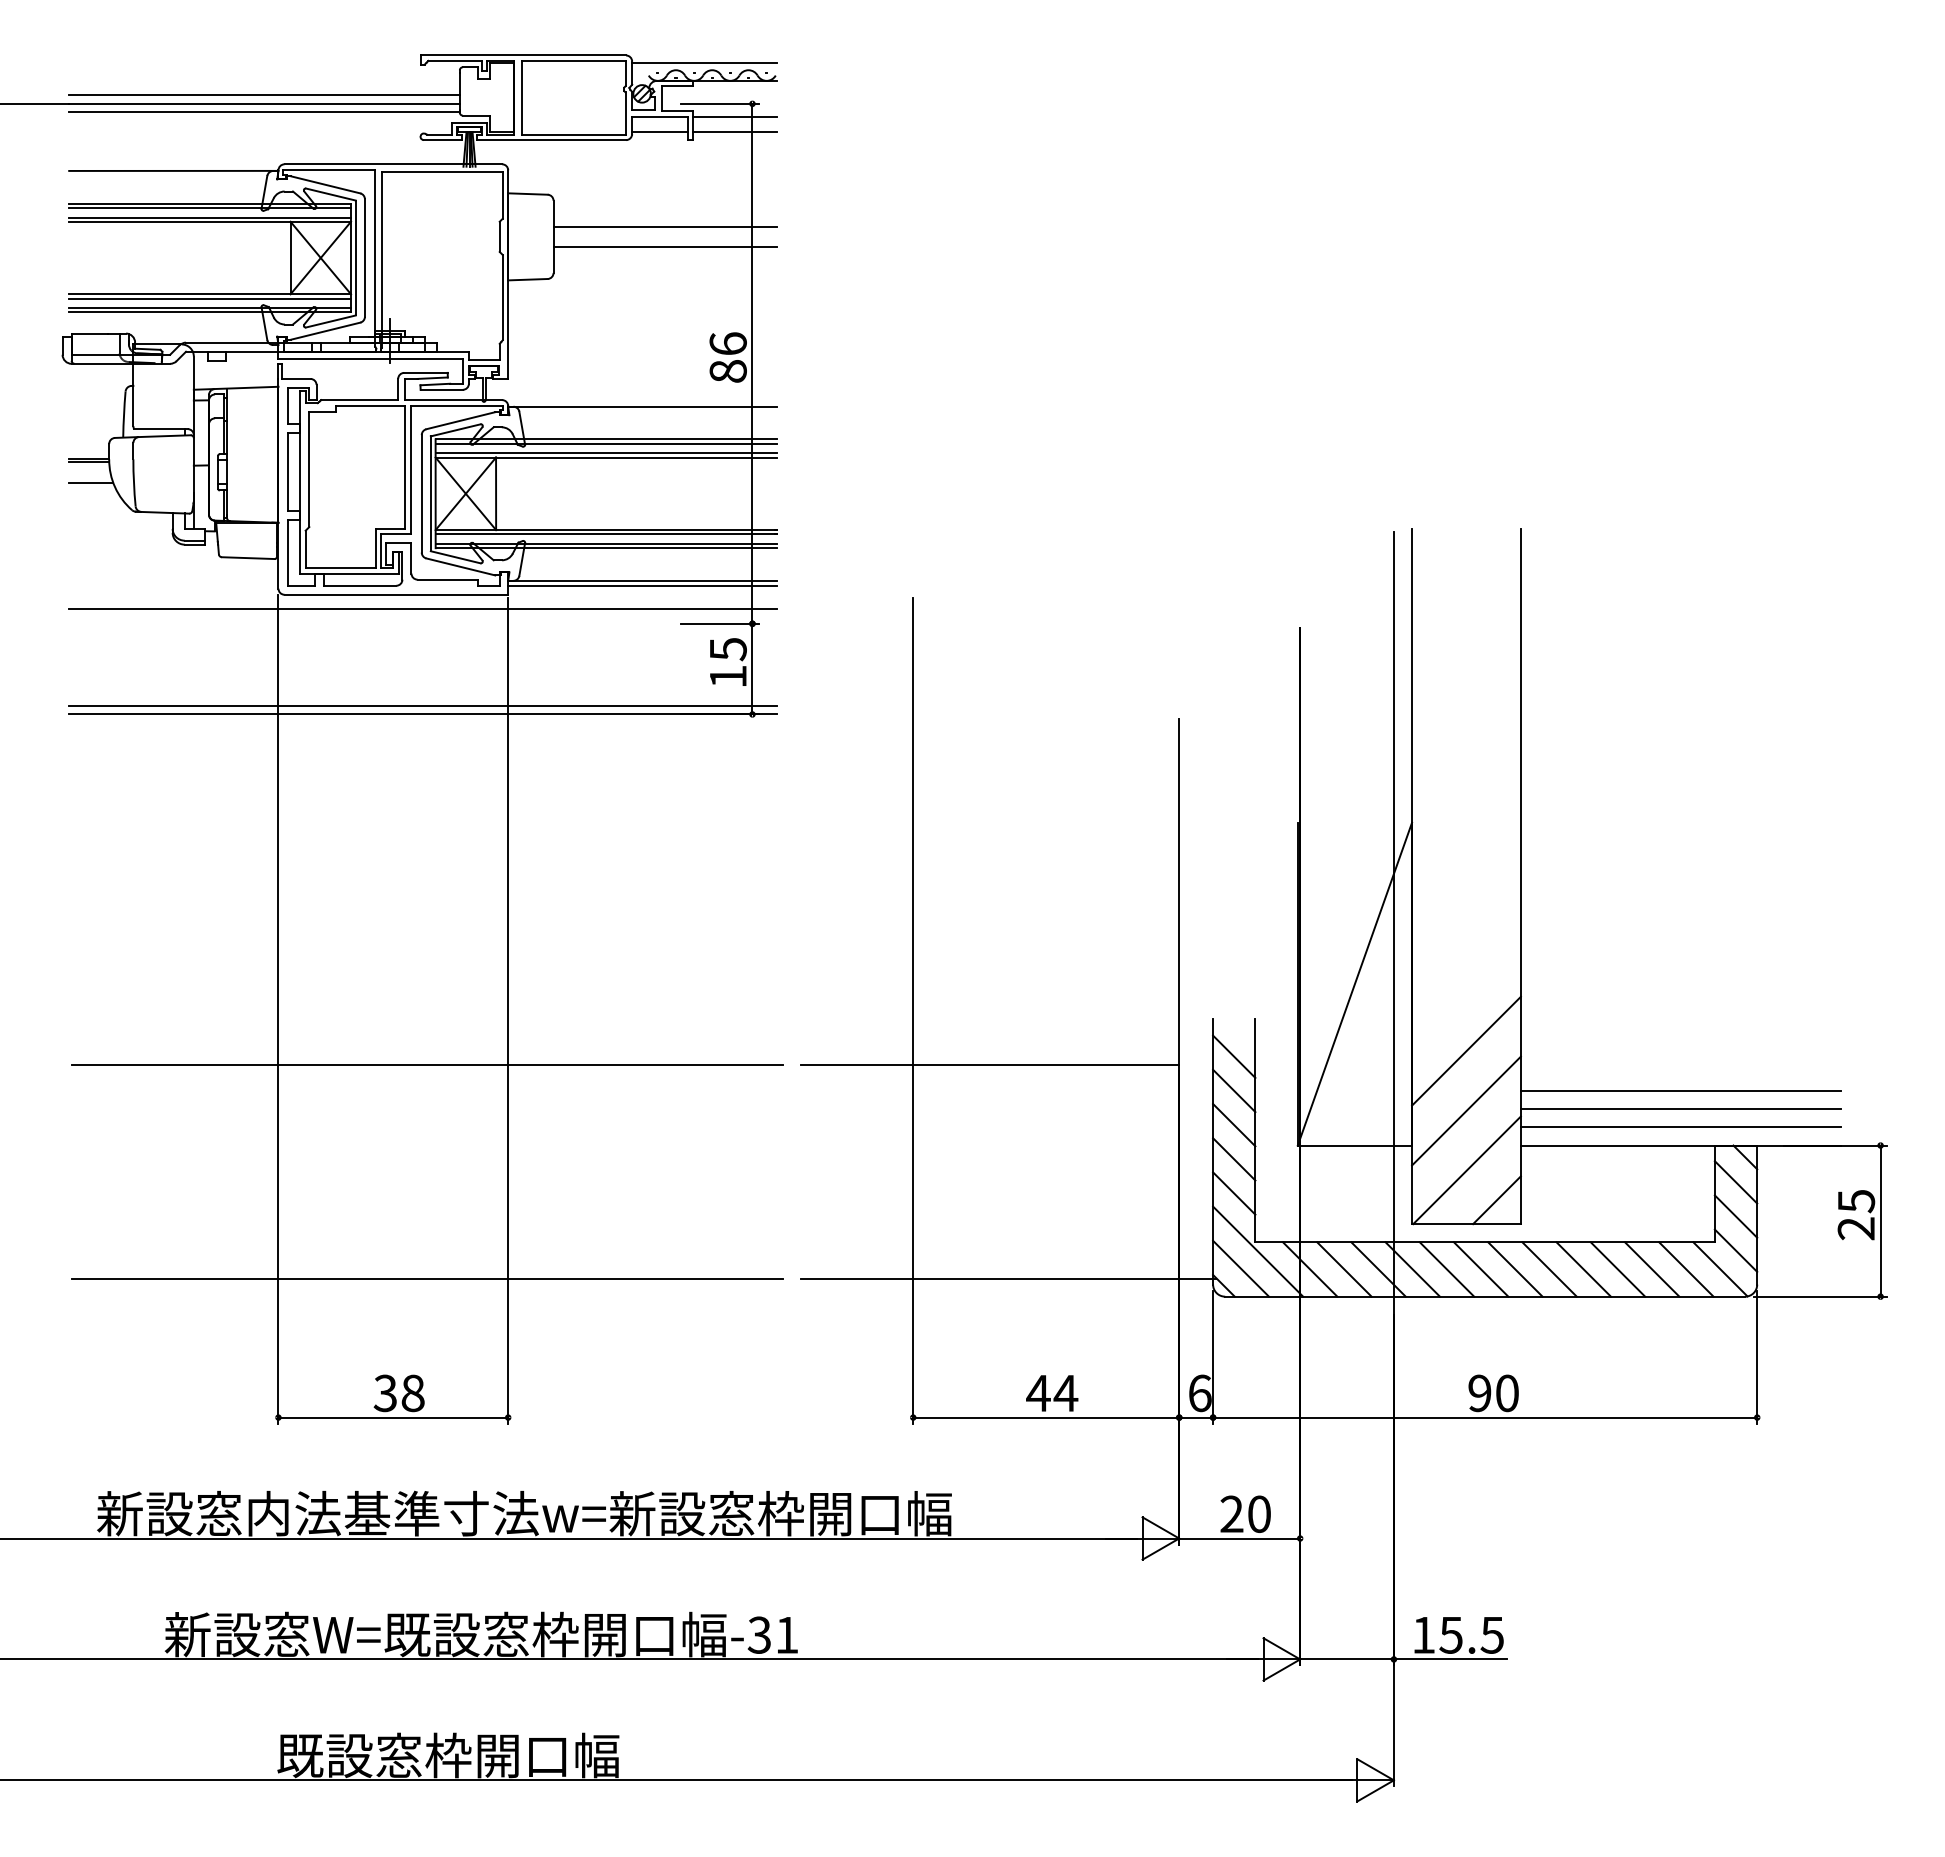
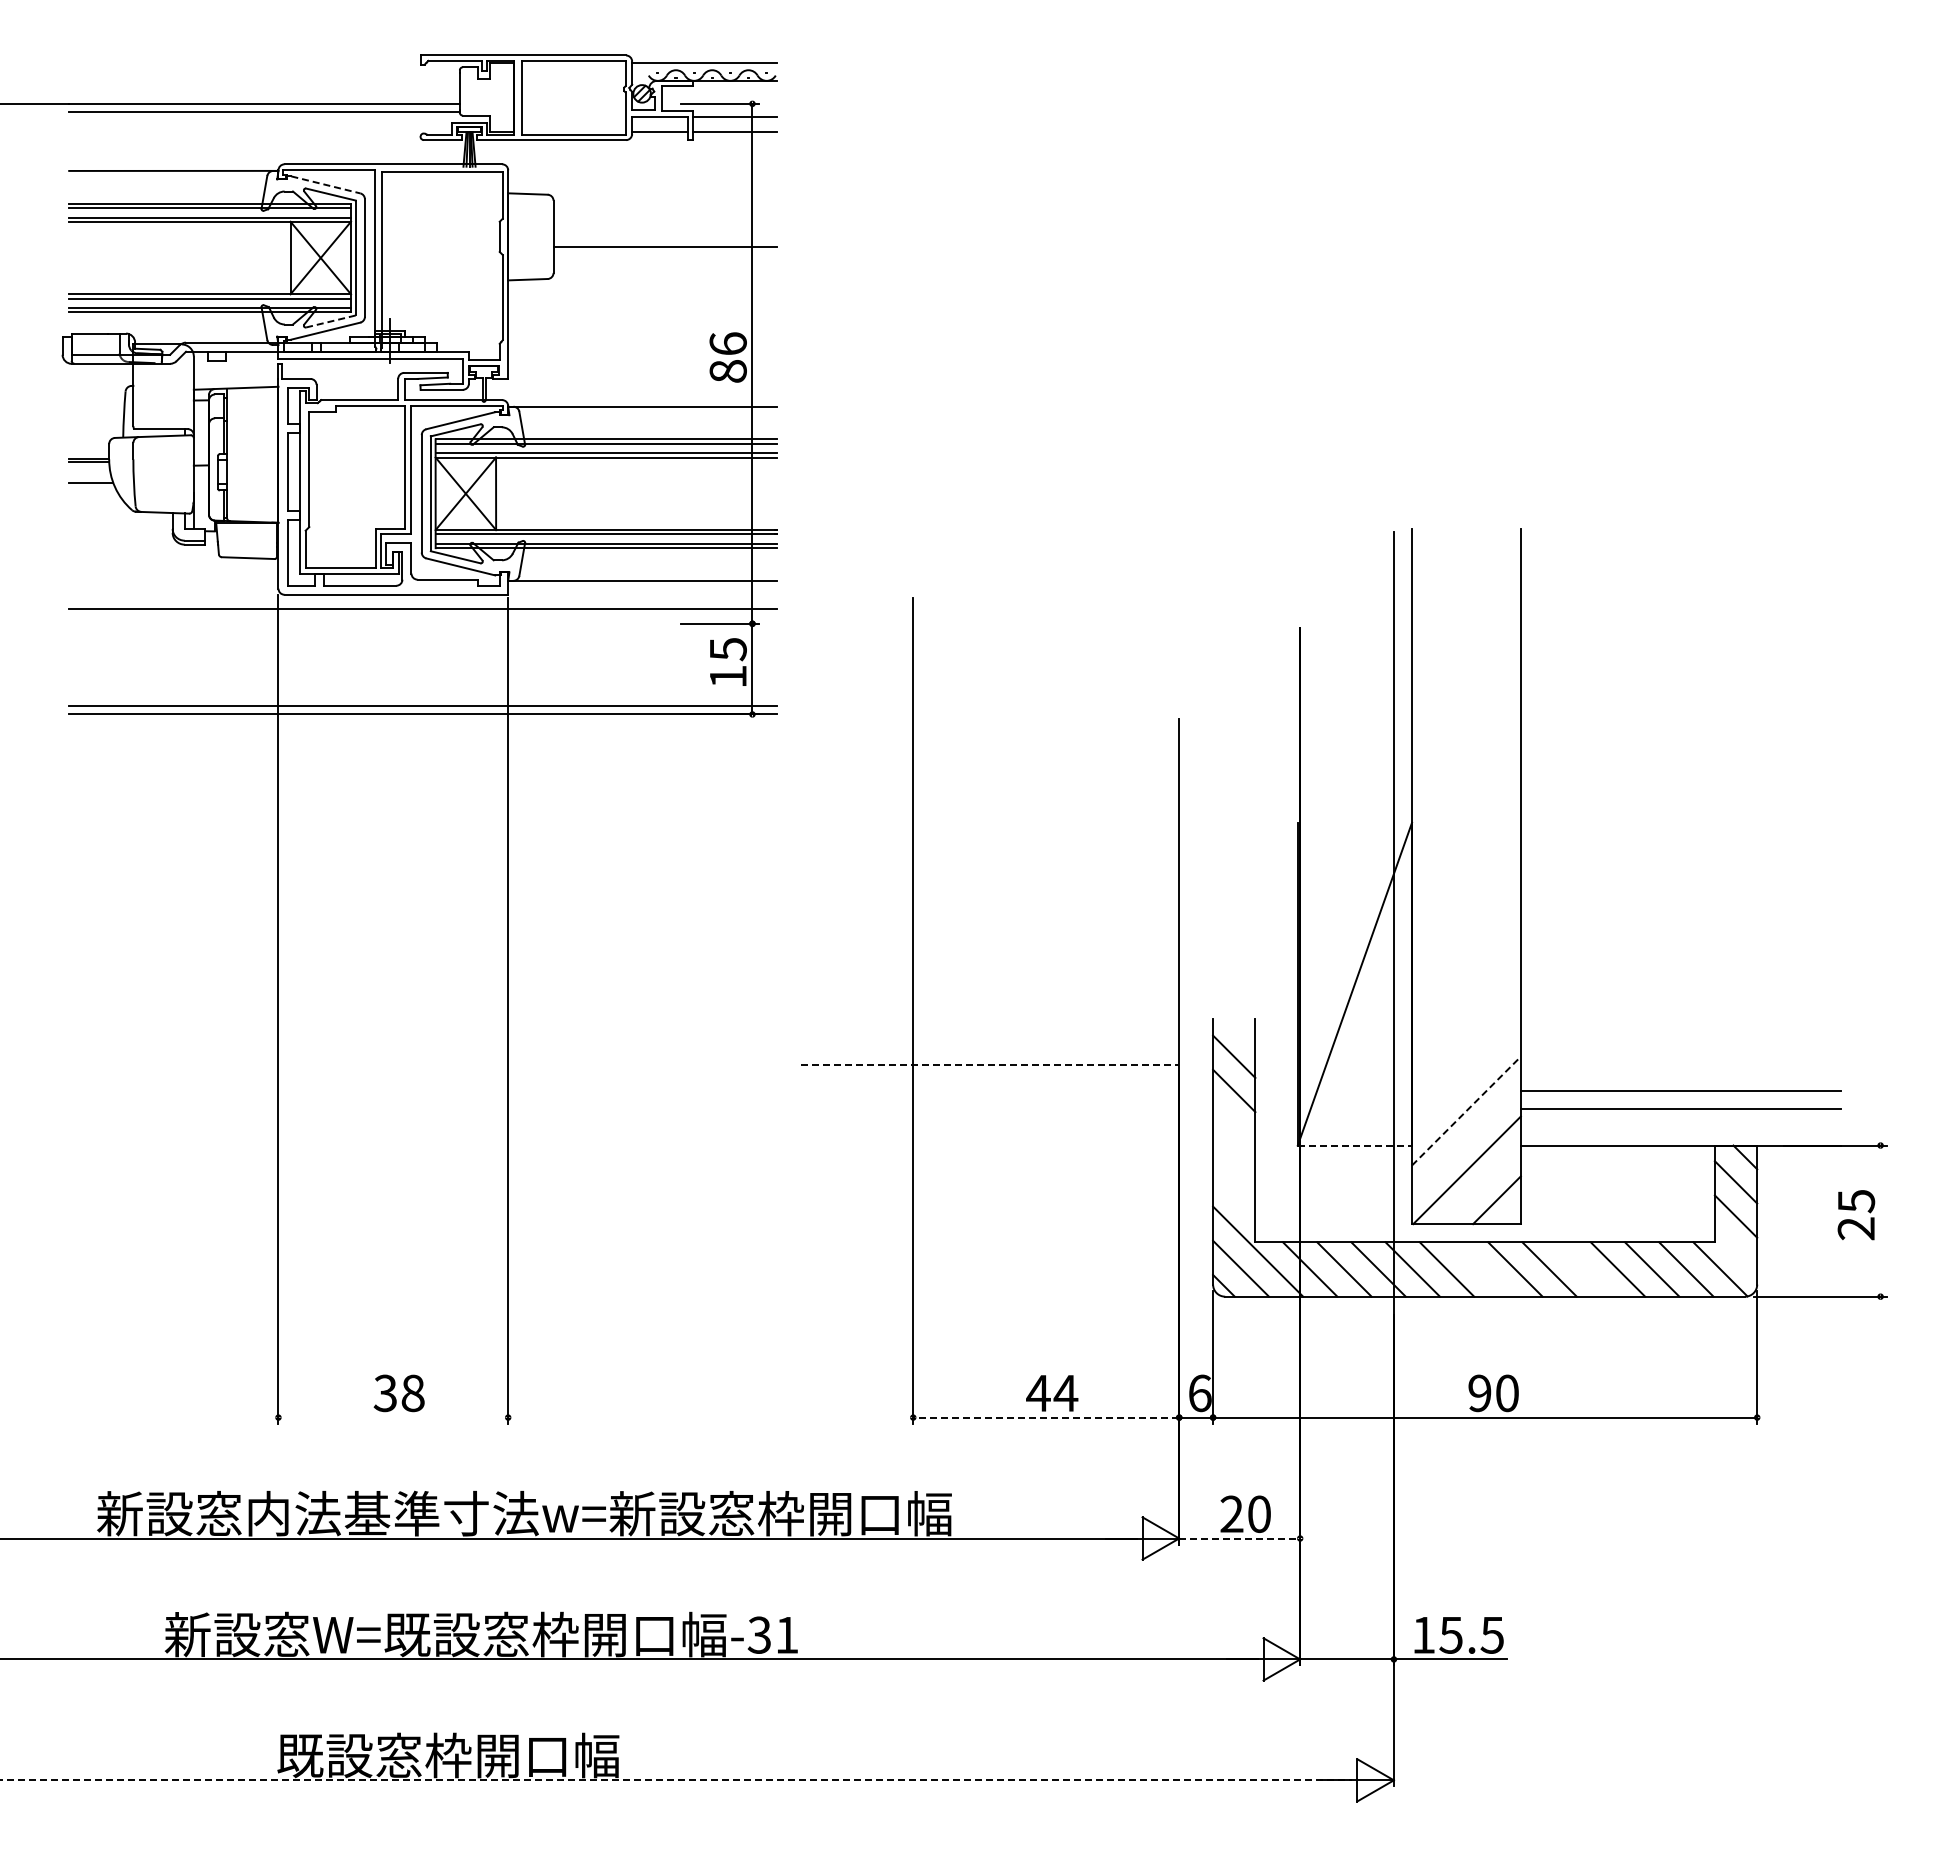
line at (264, 94): present -> none
line at (325, 184): solid -> dashed
line at (665, 226): present -> none
line at (330, 321): solid -> dashed
line at (642, 586): present -> none
line at (1466, 1050): present -> none
line at (427, 1065): present -> none
line at (990, 1065): solid -> dashed
line at (1466, 1111): solid -> dashed
line at (1234, 1125): present -> none
line at (1680, 1127): present -> none
line at (1355, 1145): solid -> dashed
line at (1234, 1159): present -> none
line at (1234, 1193): present -> none
line at (1880, 1220): present -> none
line at (1735, 1250): present -> none
line at (1480, 1269): present -> none
line at (1583, 1269): present -> none
line at (427, 1278): present -> none
line at (1008, 1278): present -> none
line at (393, 1417): present -> none
line at (1046, 1417): solid -> dashed
line at (1240, 1538): solid -> dashed
line at (676, 1780): solid -> dashed
